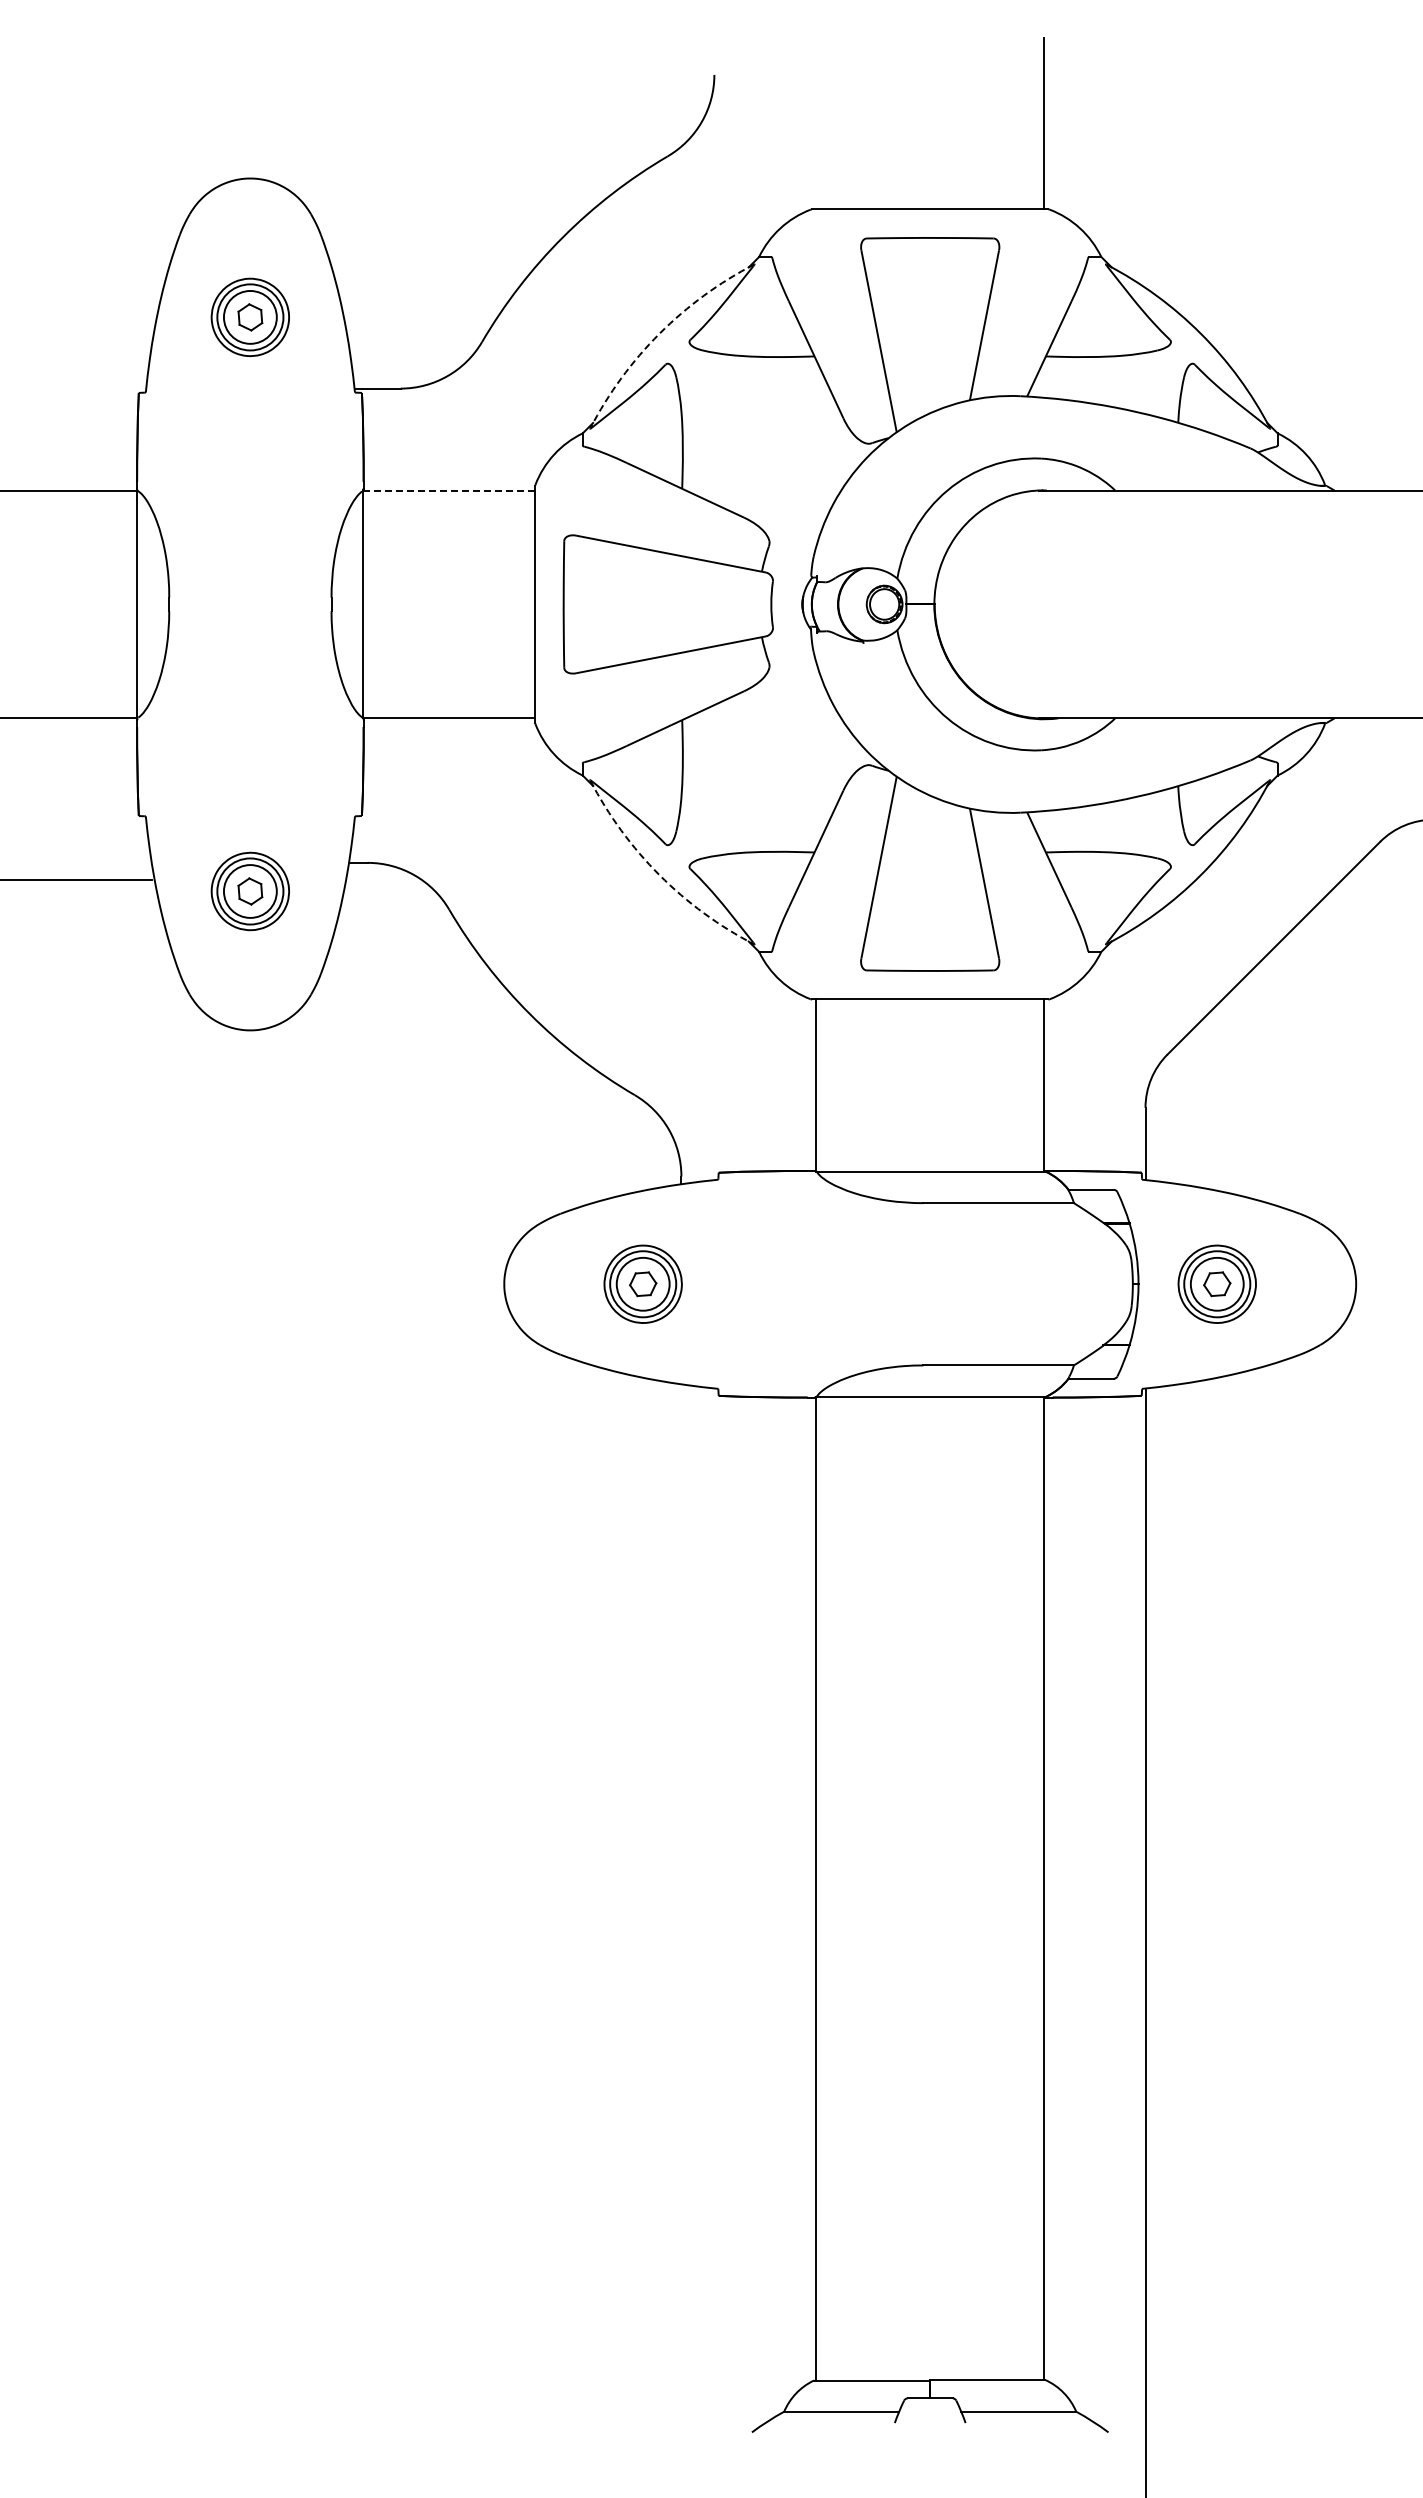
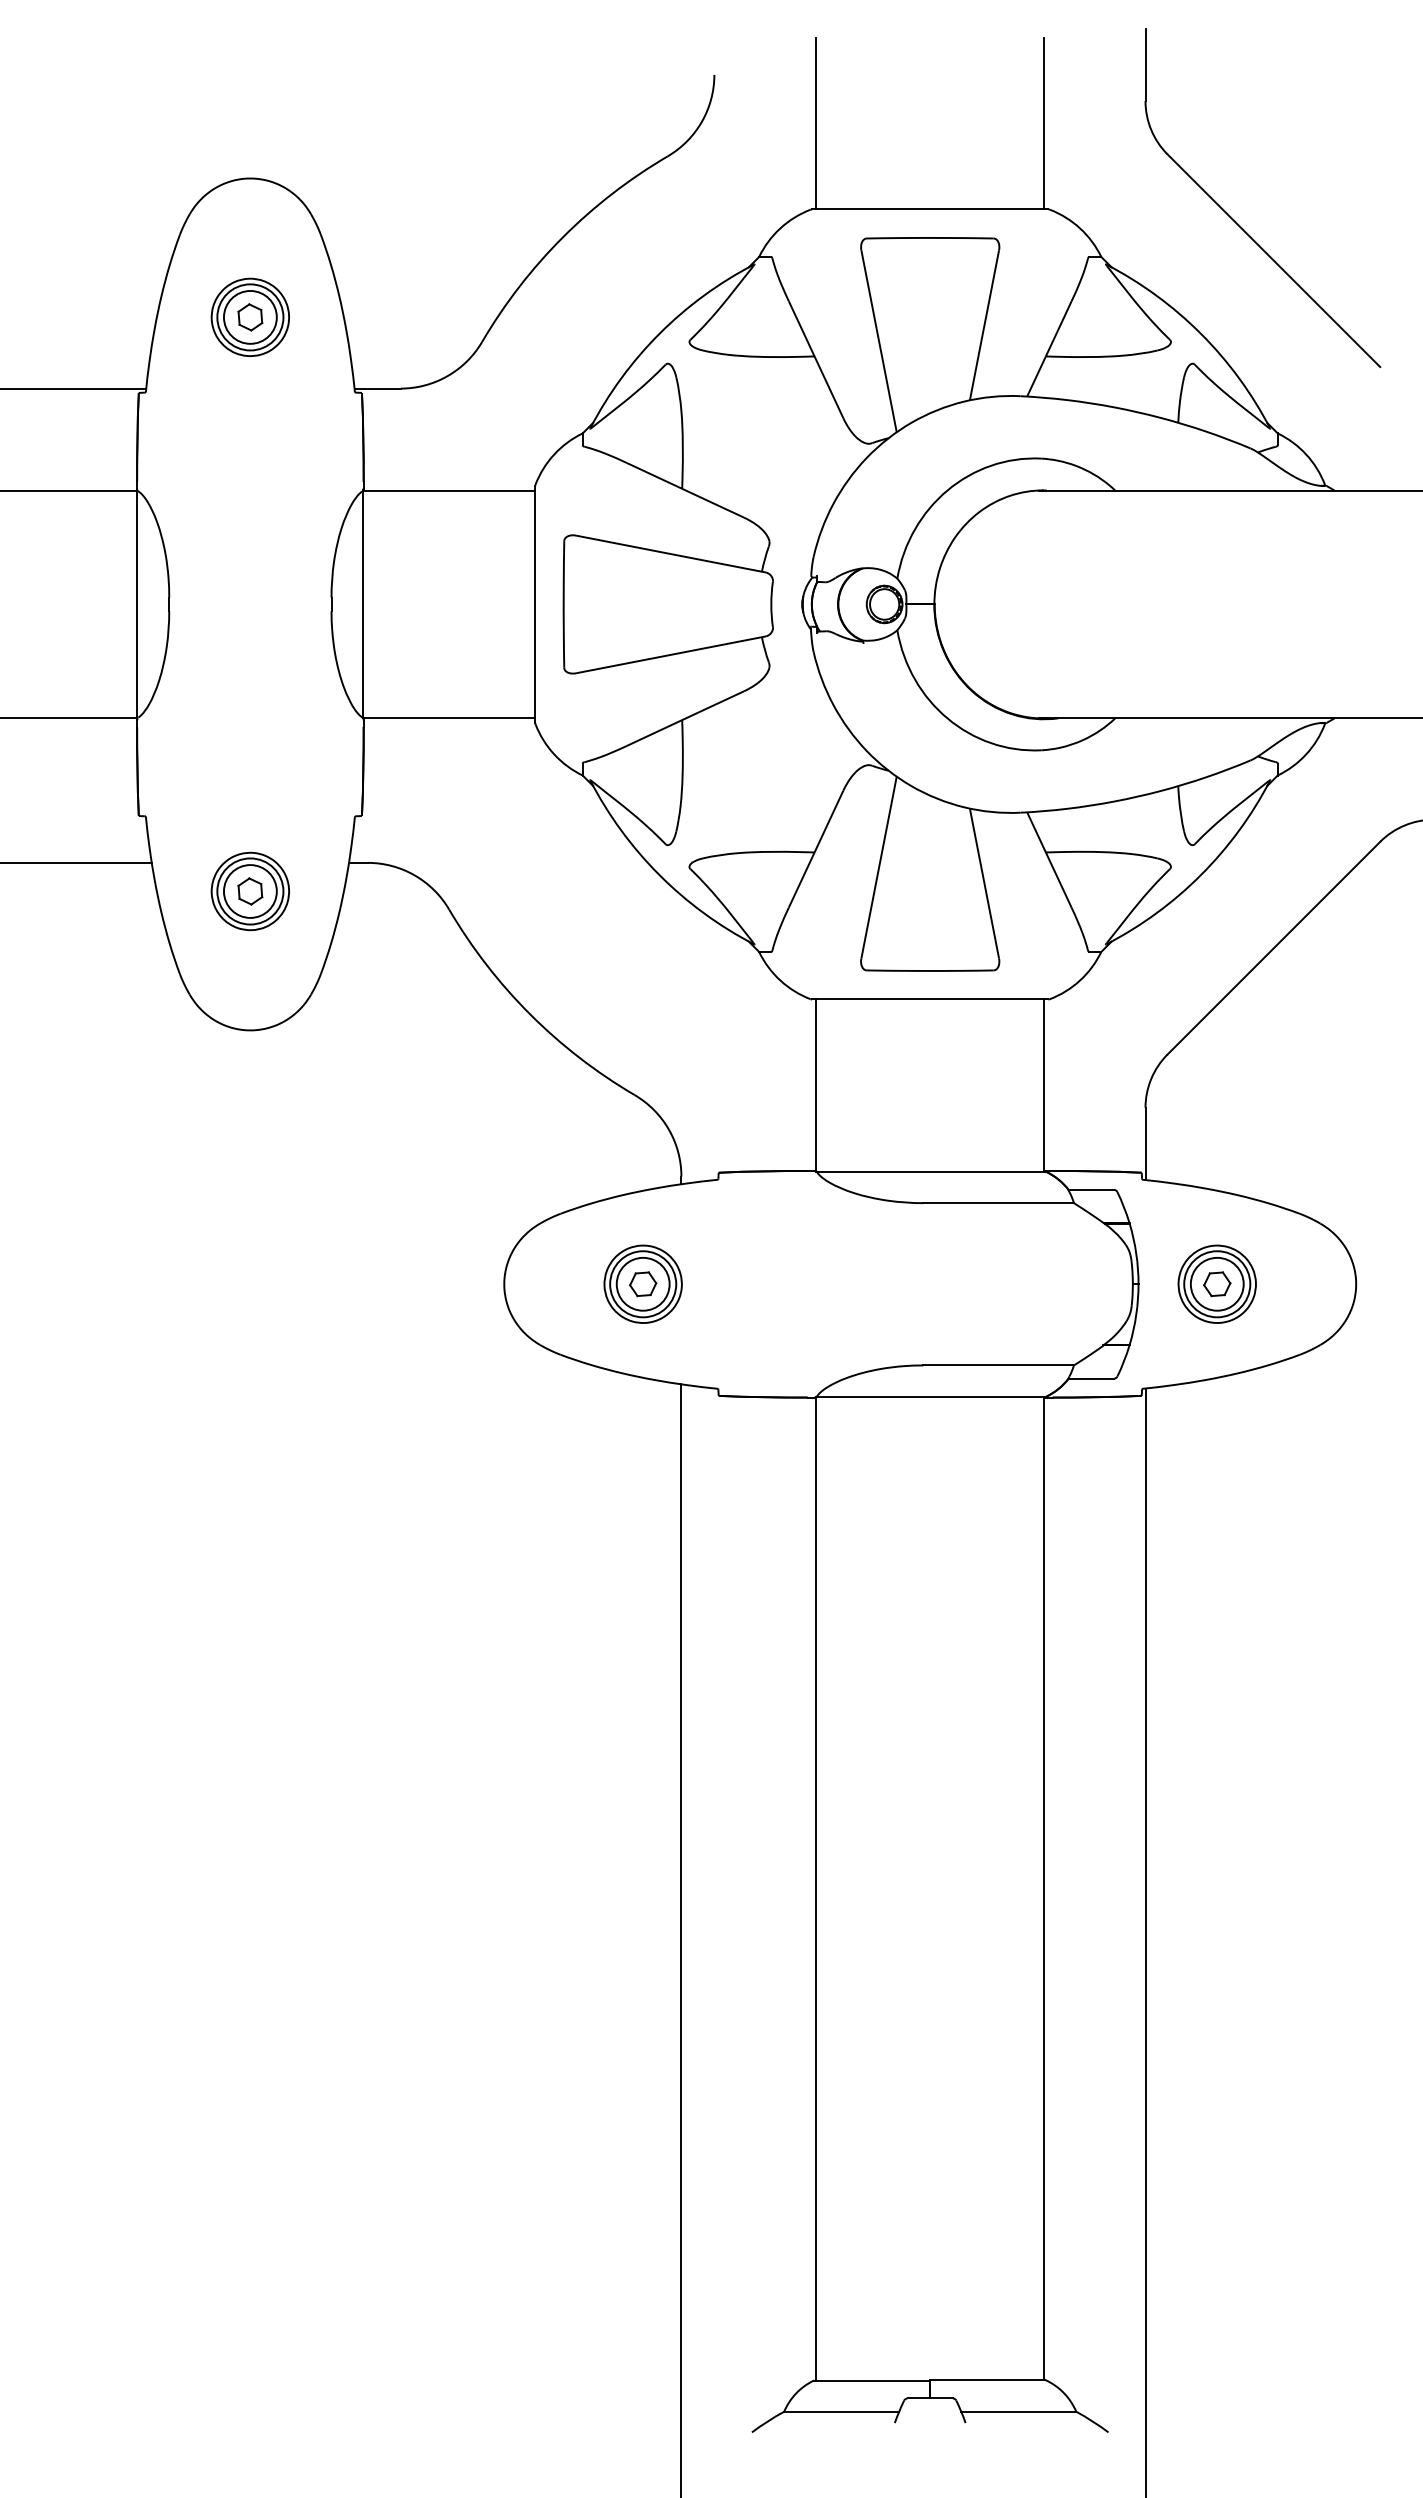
line at (816, 123): none -> present
part at (1237, 222): none -> present
arc at (659, 333): dashed -> solid
line at (74, 388): none -> present
line at (449, 490): dashed -> solid
arc at (659, 875): dashed -> solid
line at (76, 879) position: (76, 879) -> (76, 862)
line at (681, 1939): none -> present
